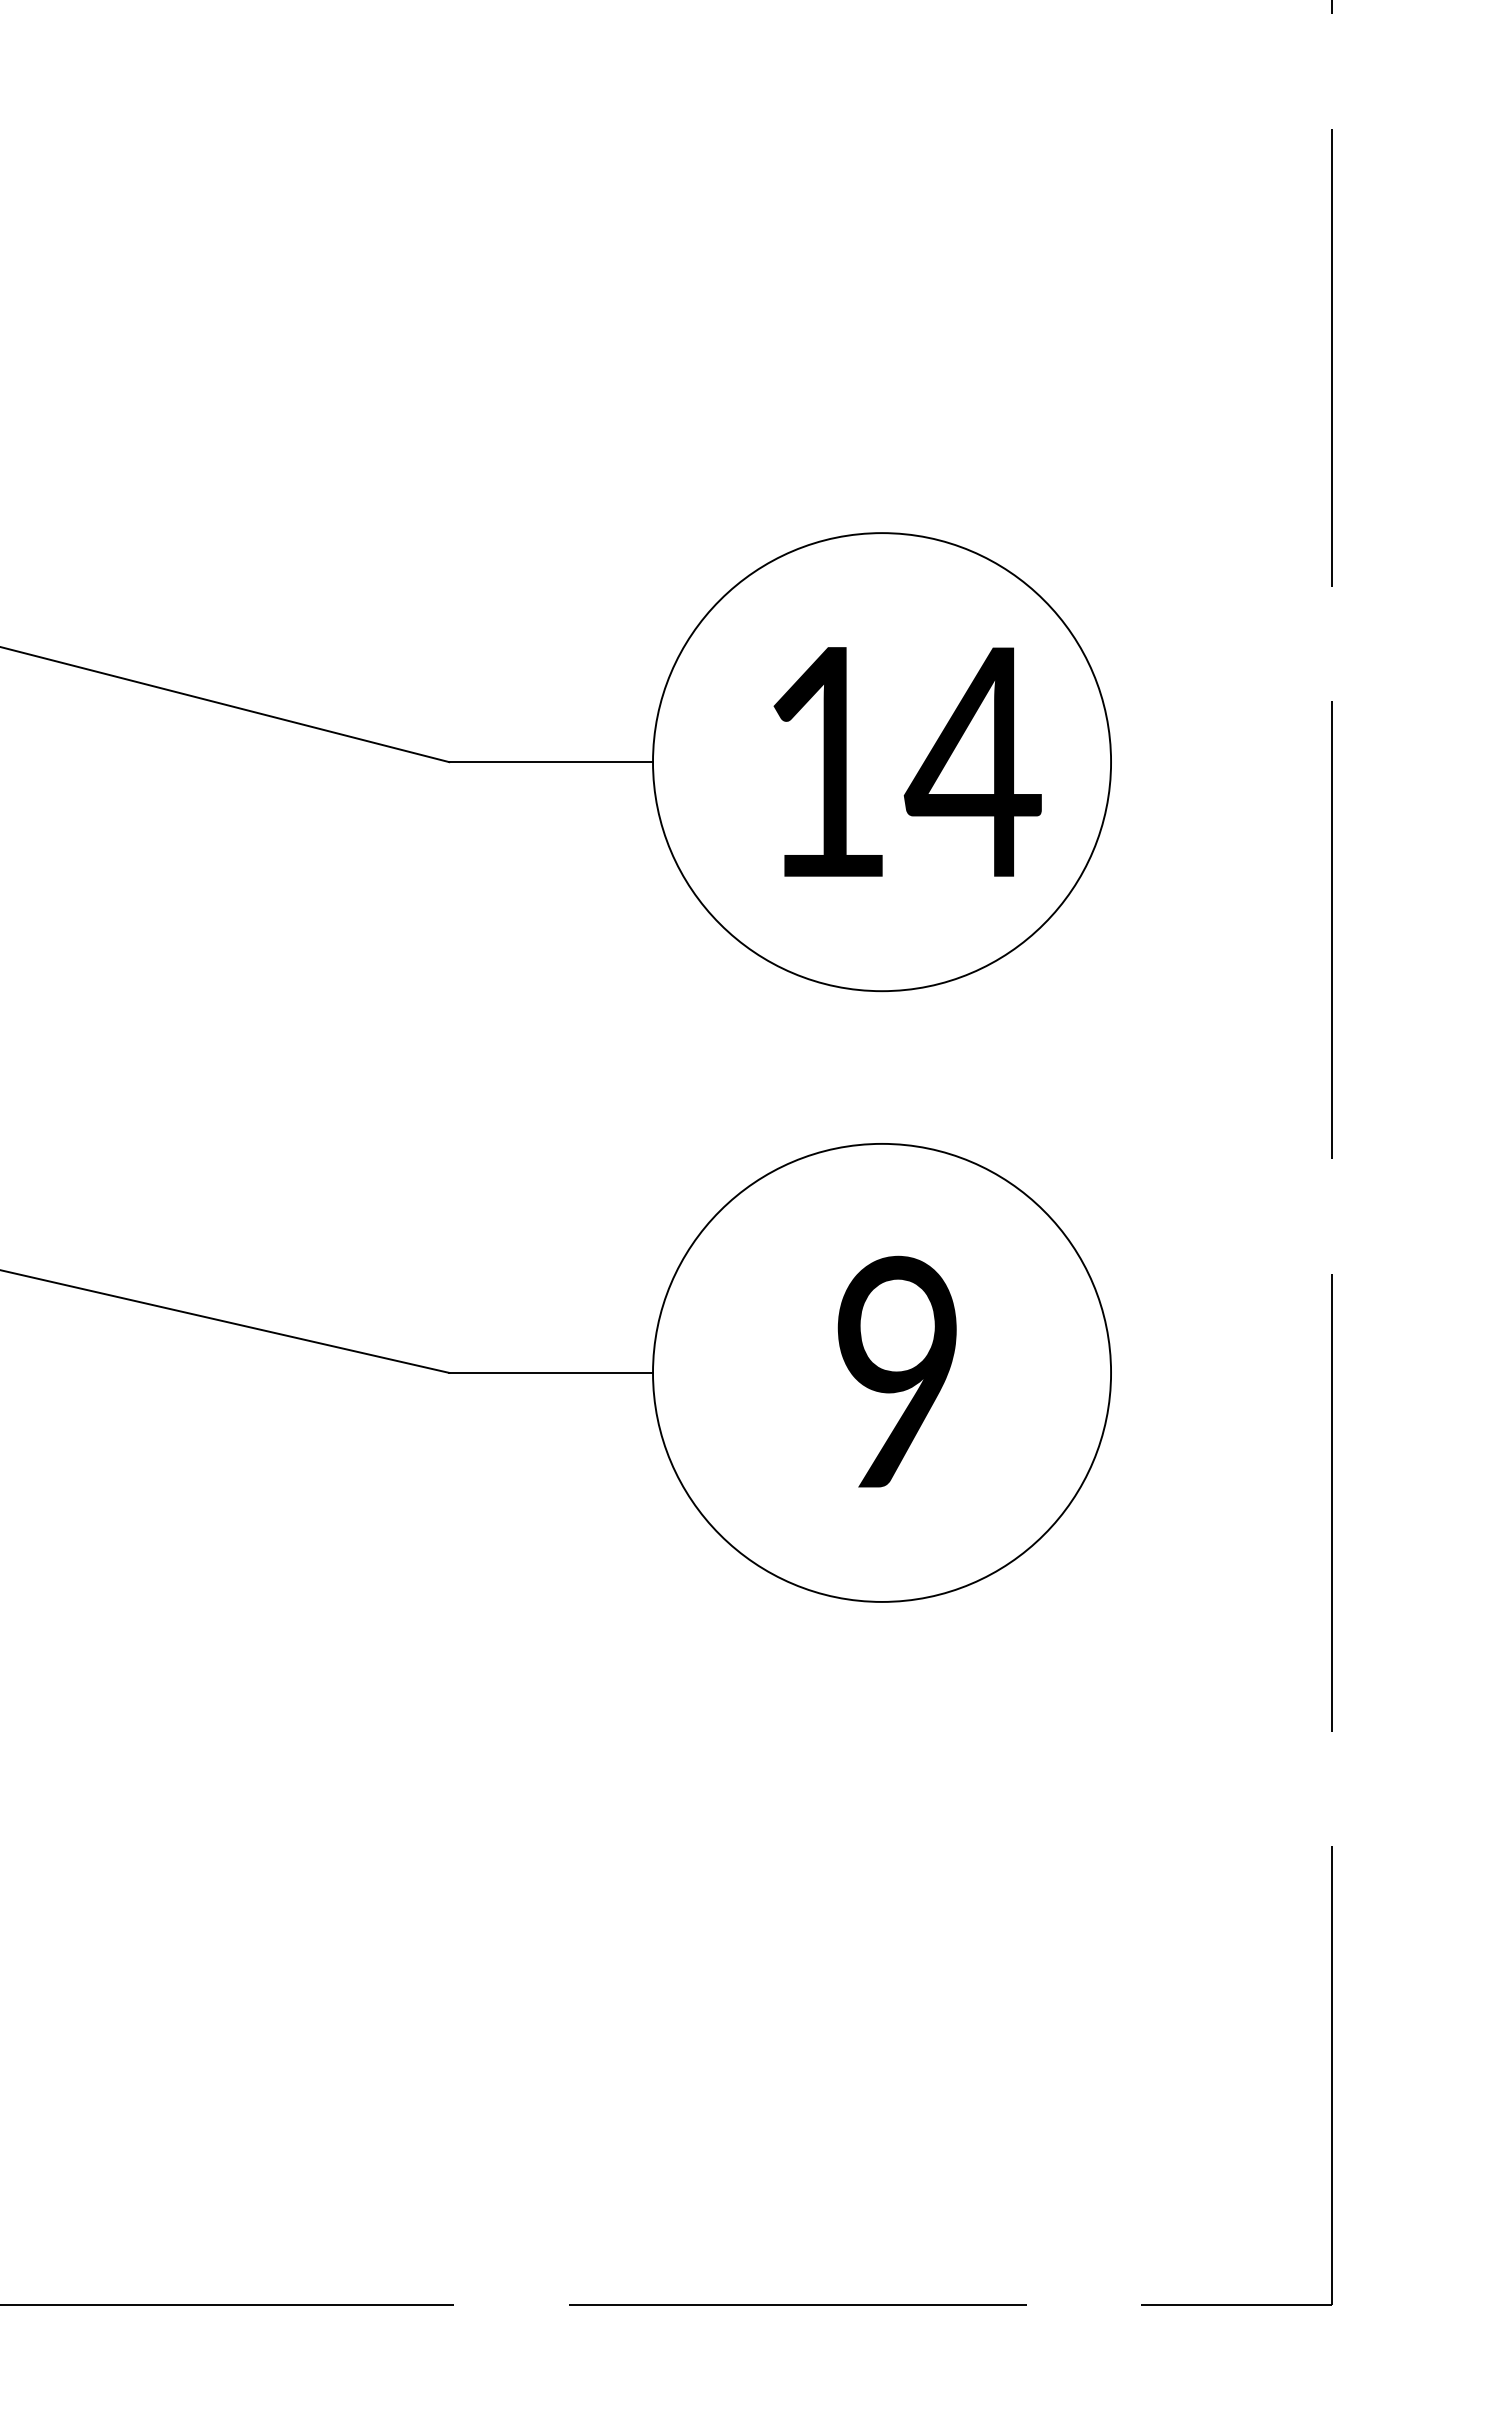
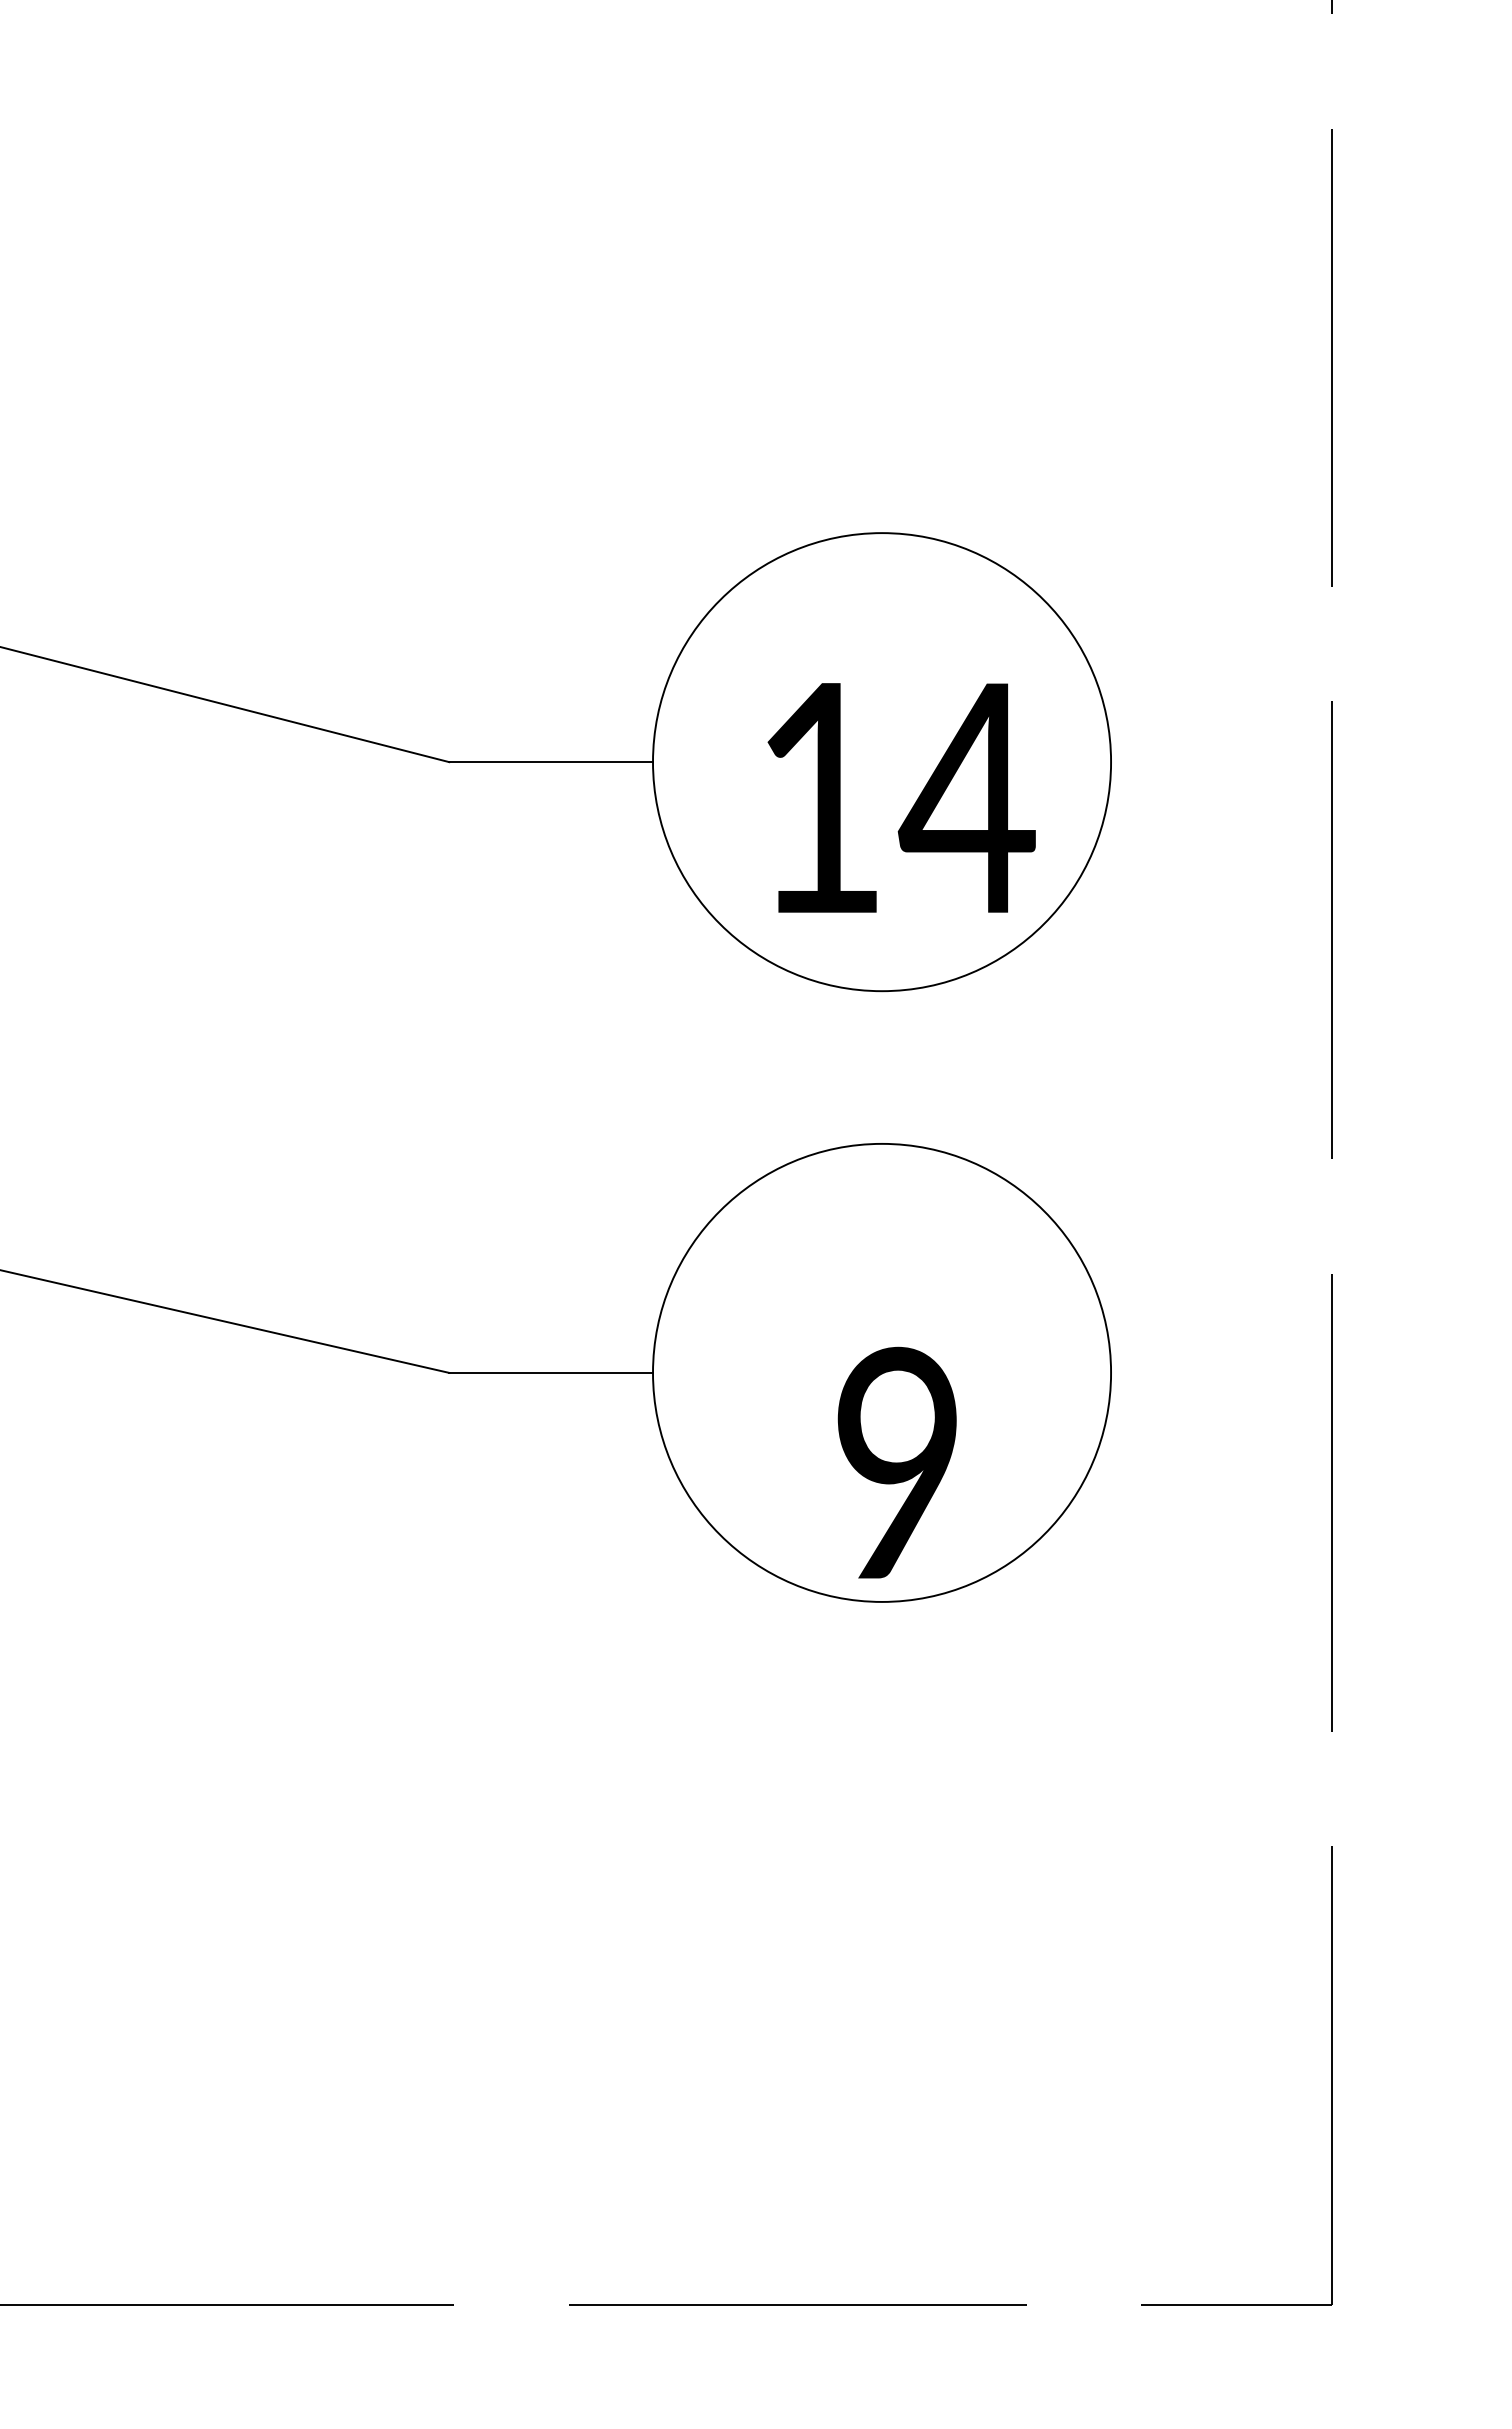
text at (907, 761) position: (907, 761) -> (901, 797)
text at (896, 1371) position: (896, 1371) -> (896, 1462)
